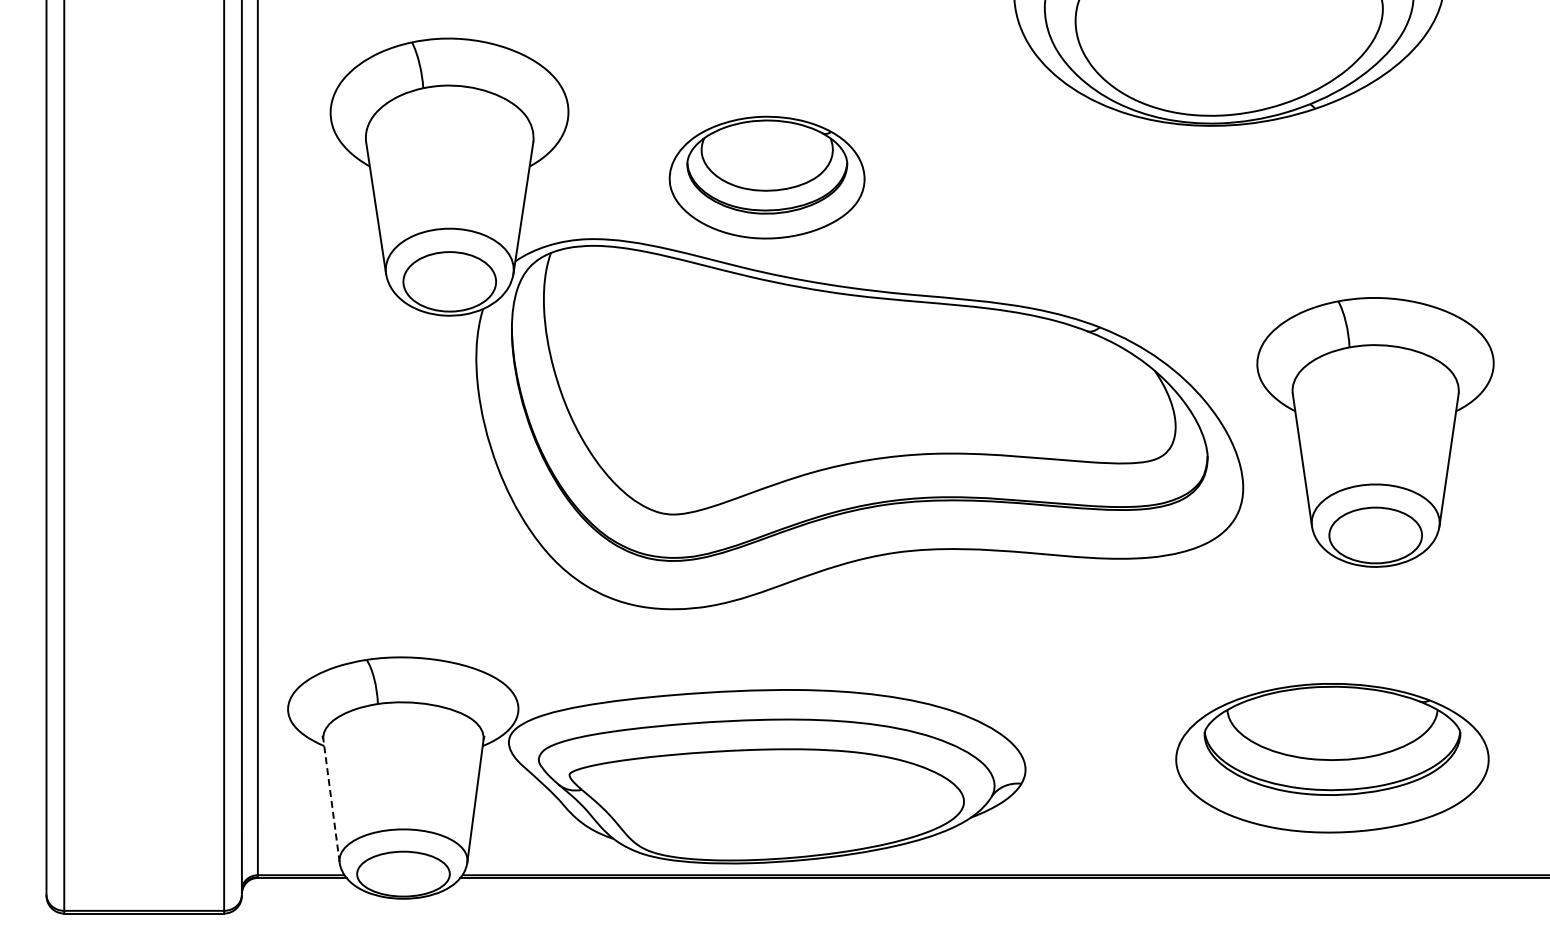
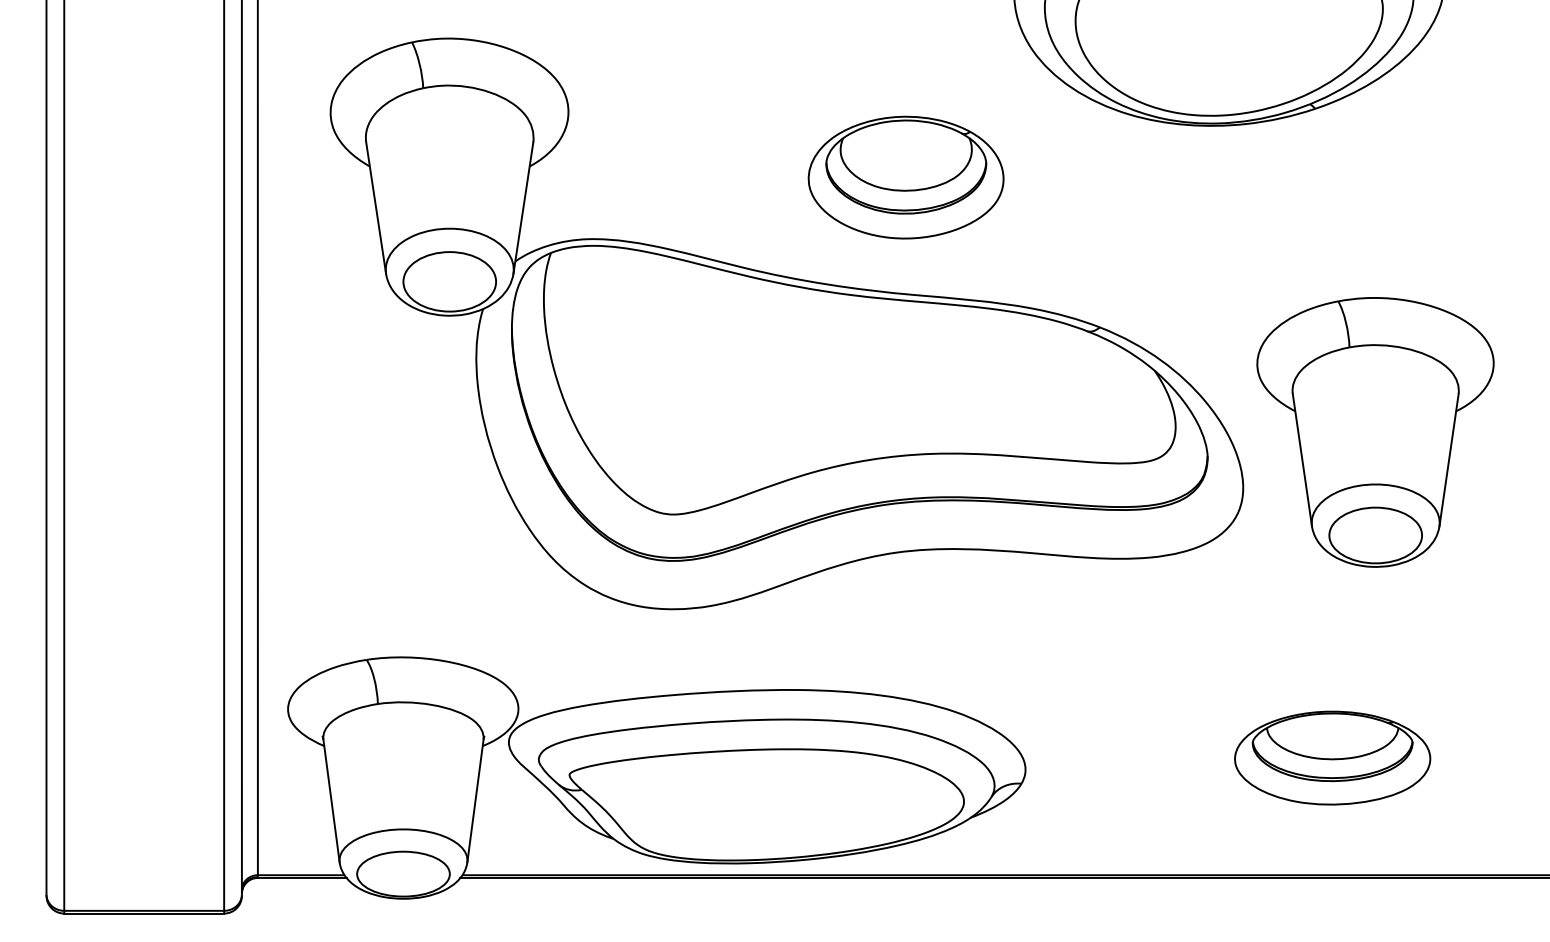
part at (766, 177) position: (766, 177) -> (905, 177)
part at (1332, 758) size: 315x151 px -> 198x96 px
line at (331, 800): dashed -> solid
